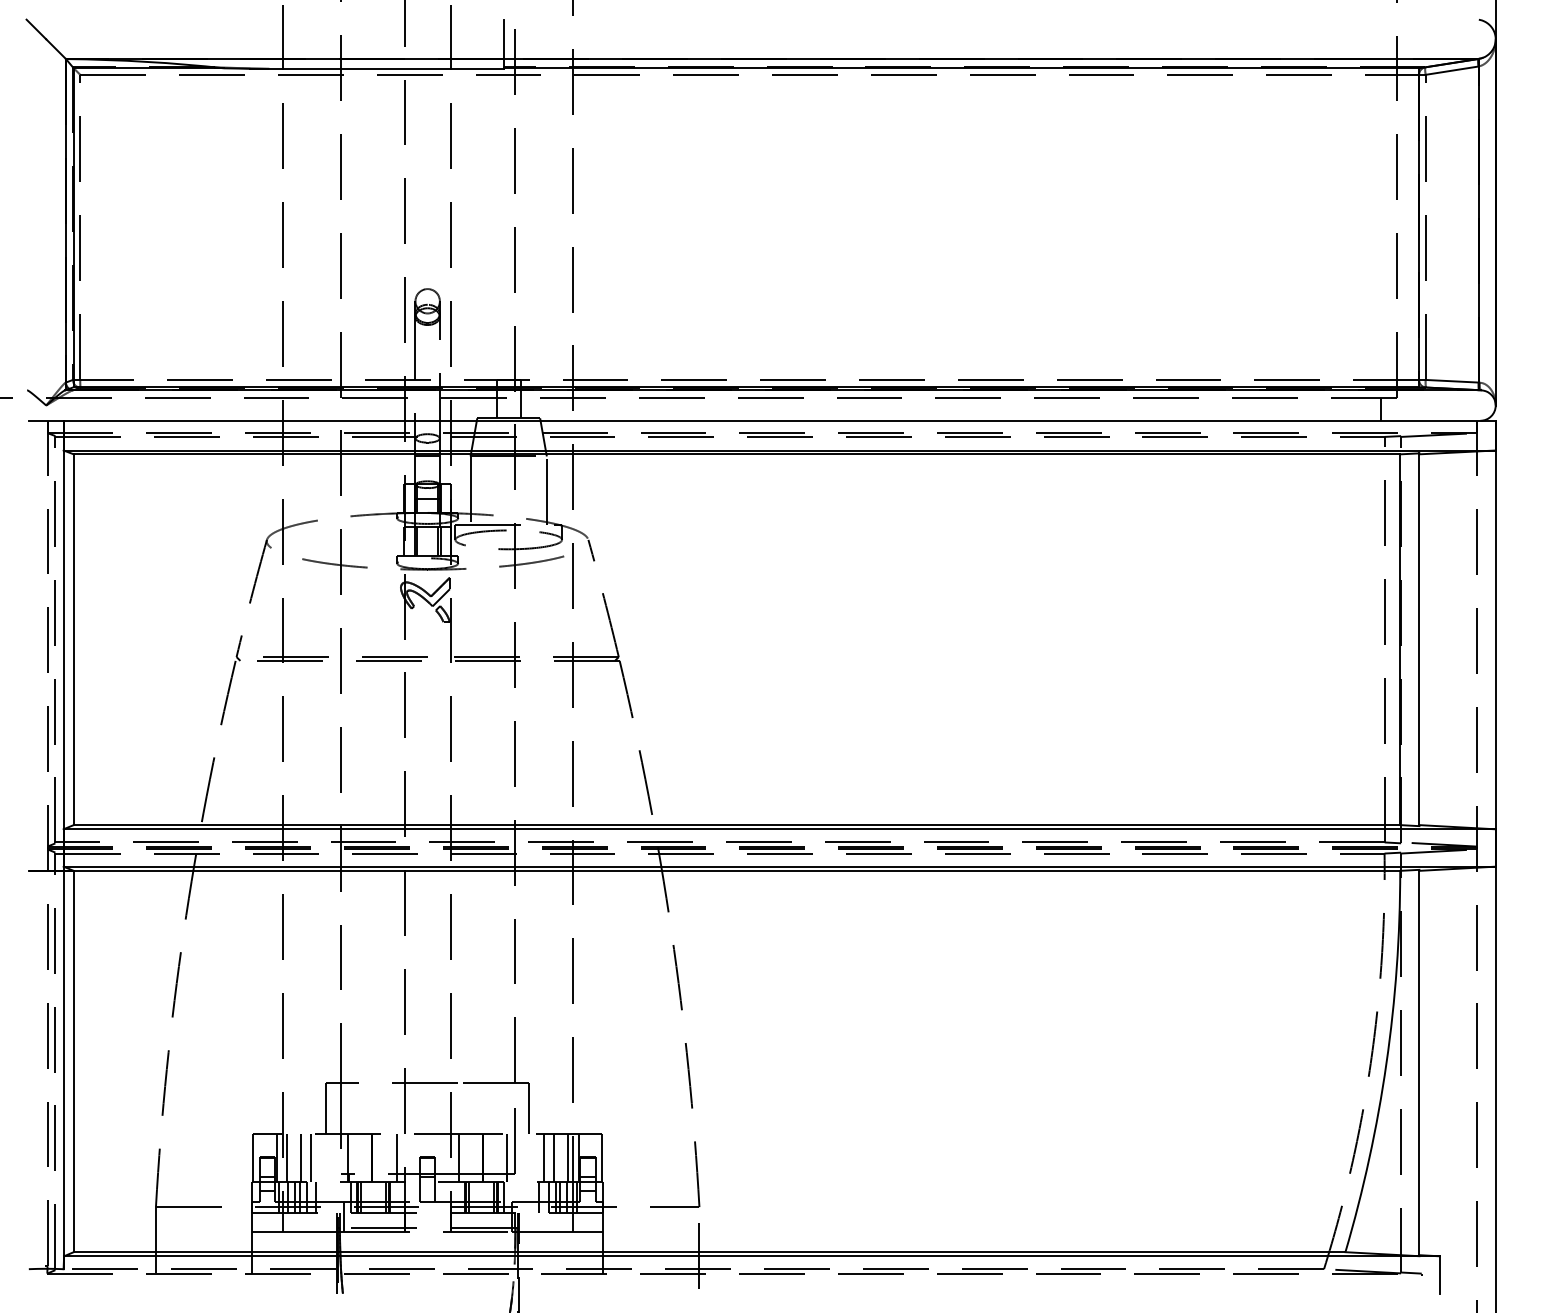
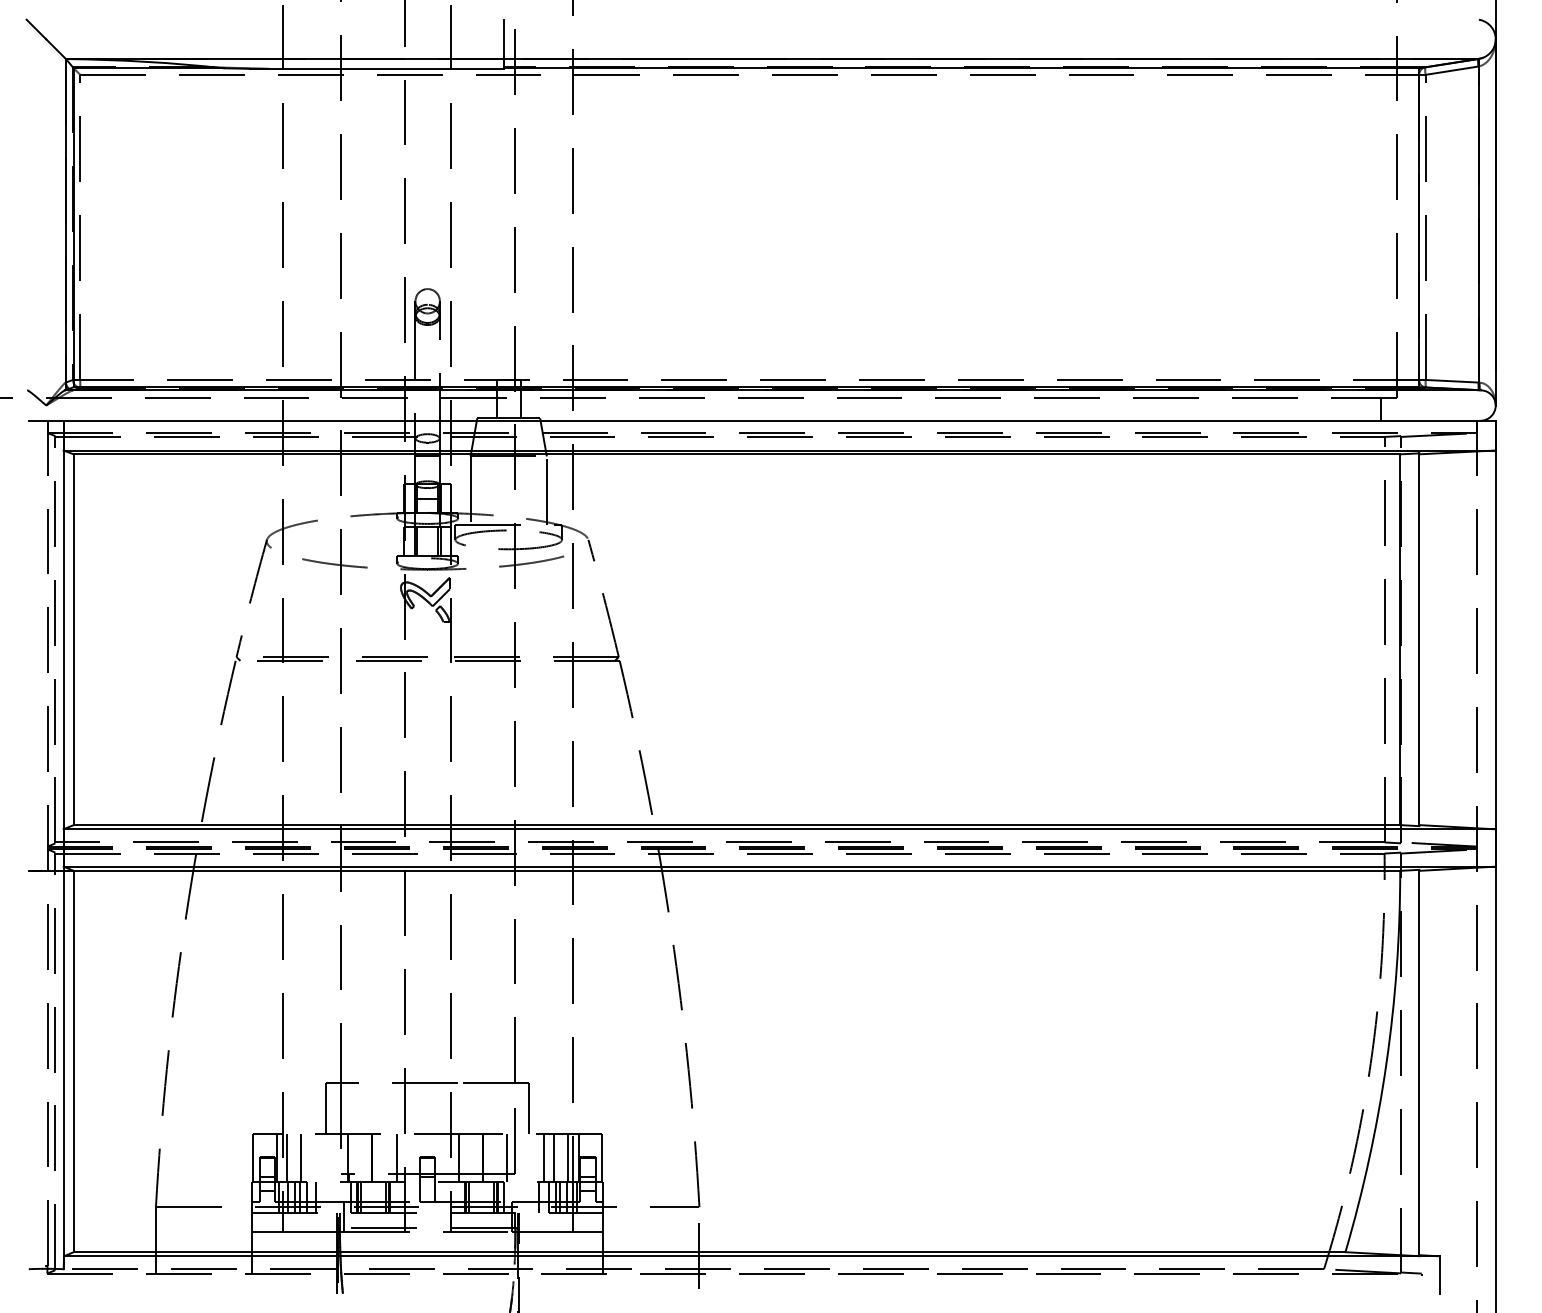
line at (311, 1158): present -> none
